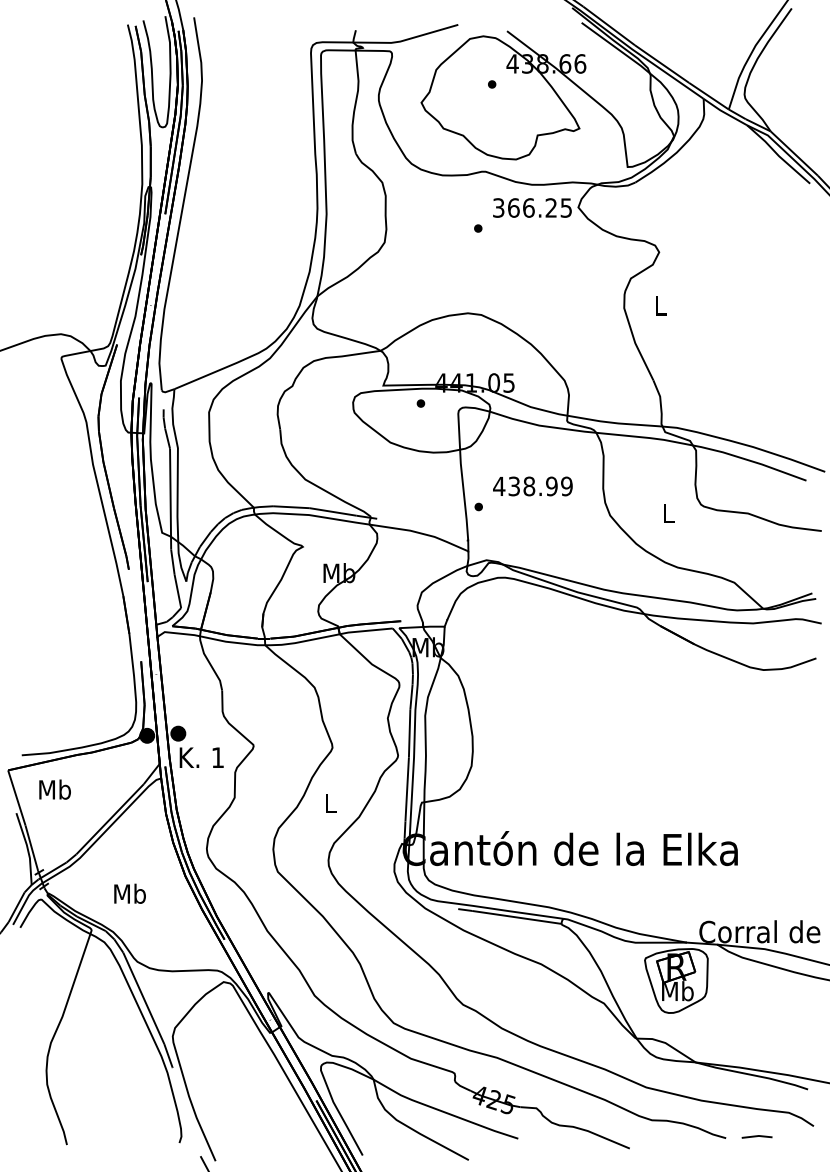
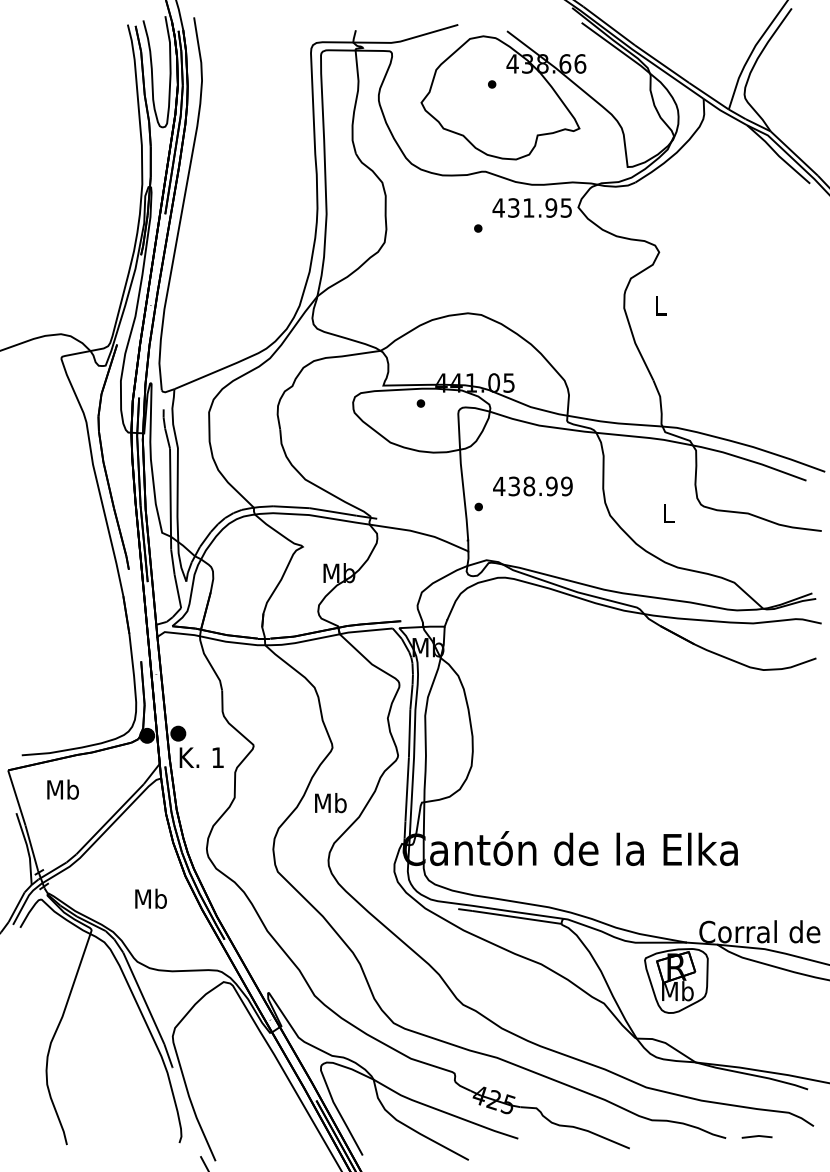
text at (524, 207): 366.25 -> 431.95
text at (54, 789) position: (54, 789) -> (62, 789)
text at (330, 803): L -> Mb
text at (129, 893) position: (129, 893) -> (150, 898)
